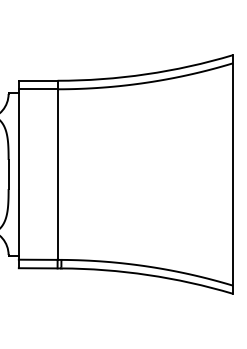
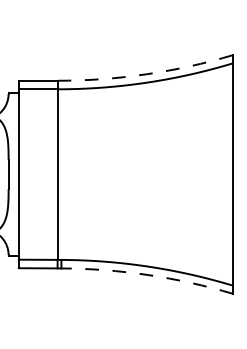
arc at (146, 74): solid -> dashed
arc at (148, 275): solid -> dashed
